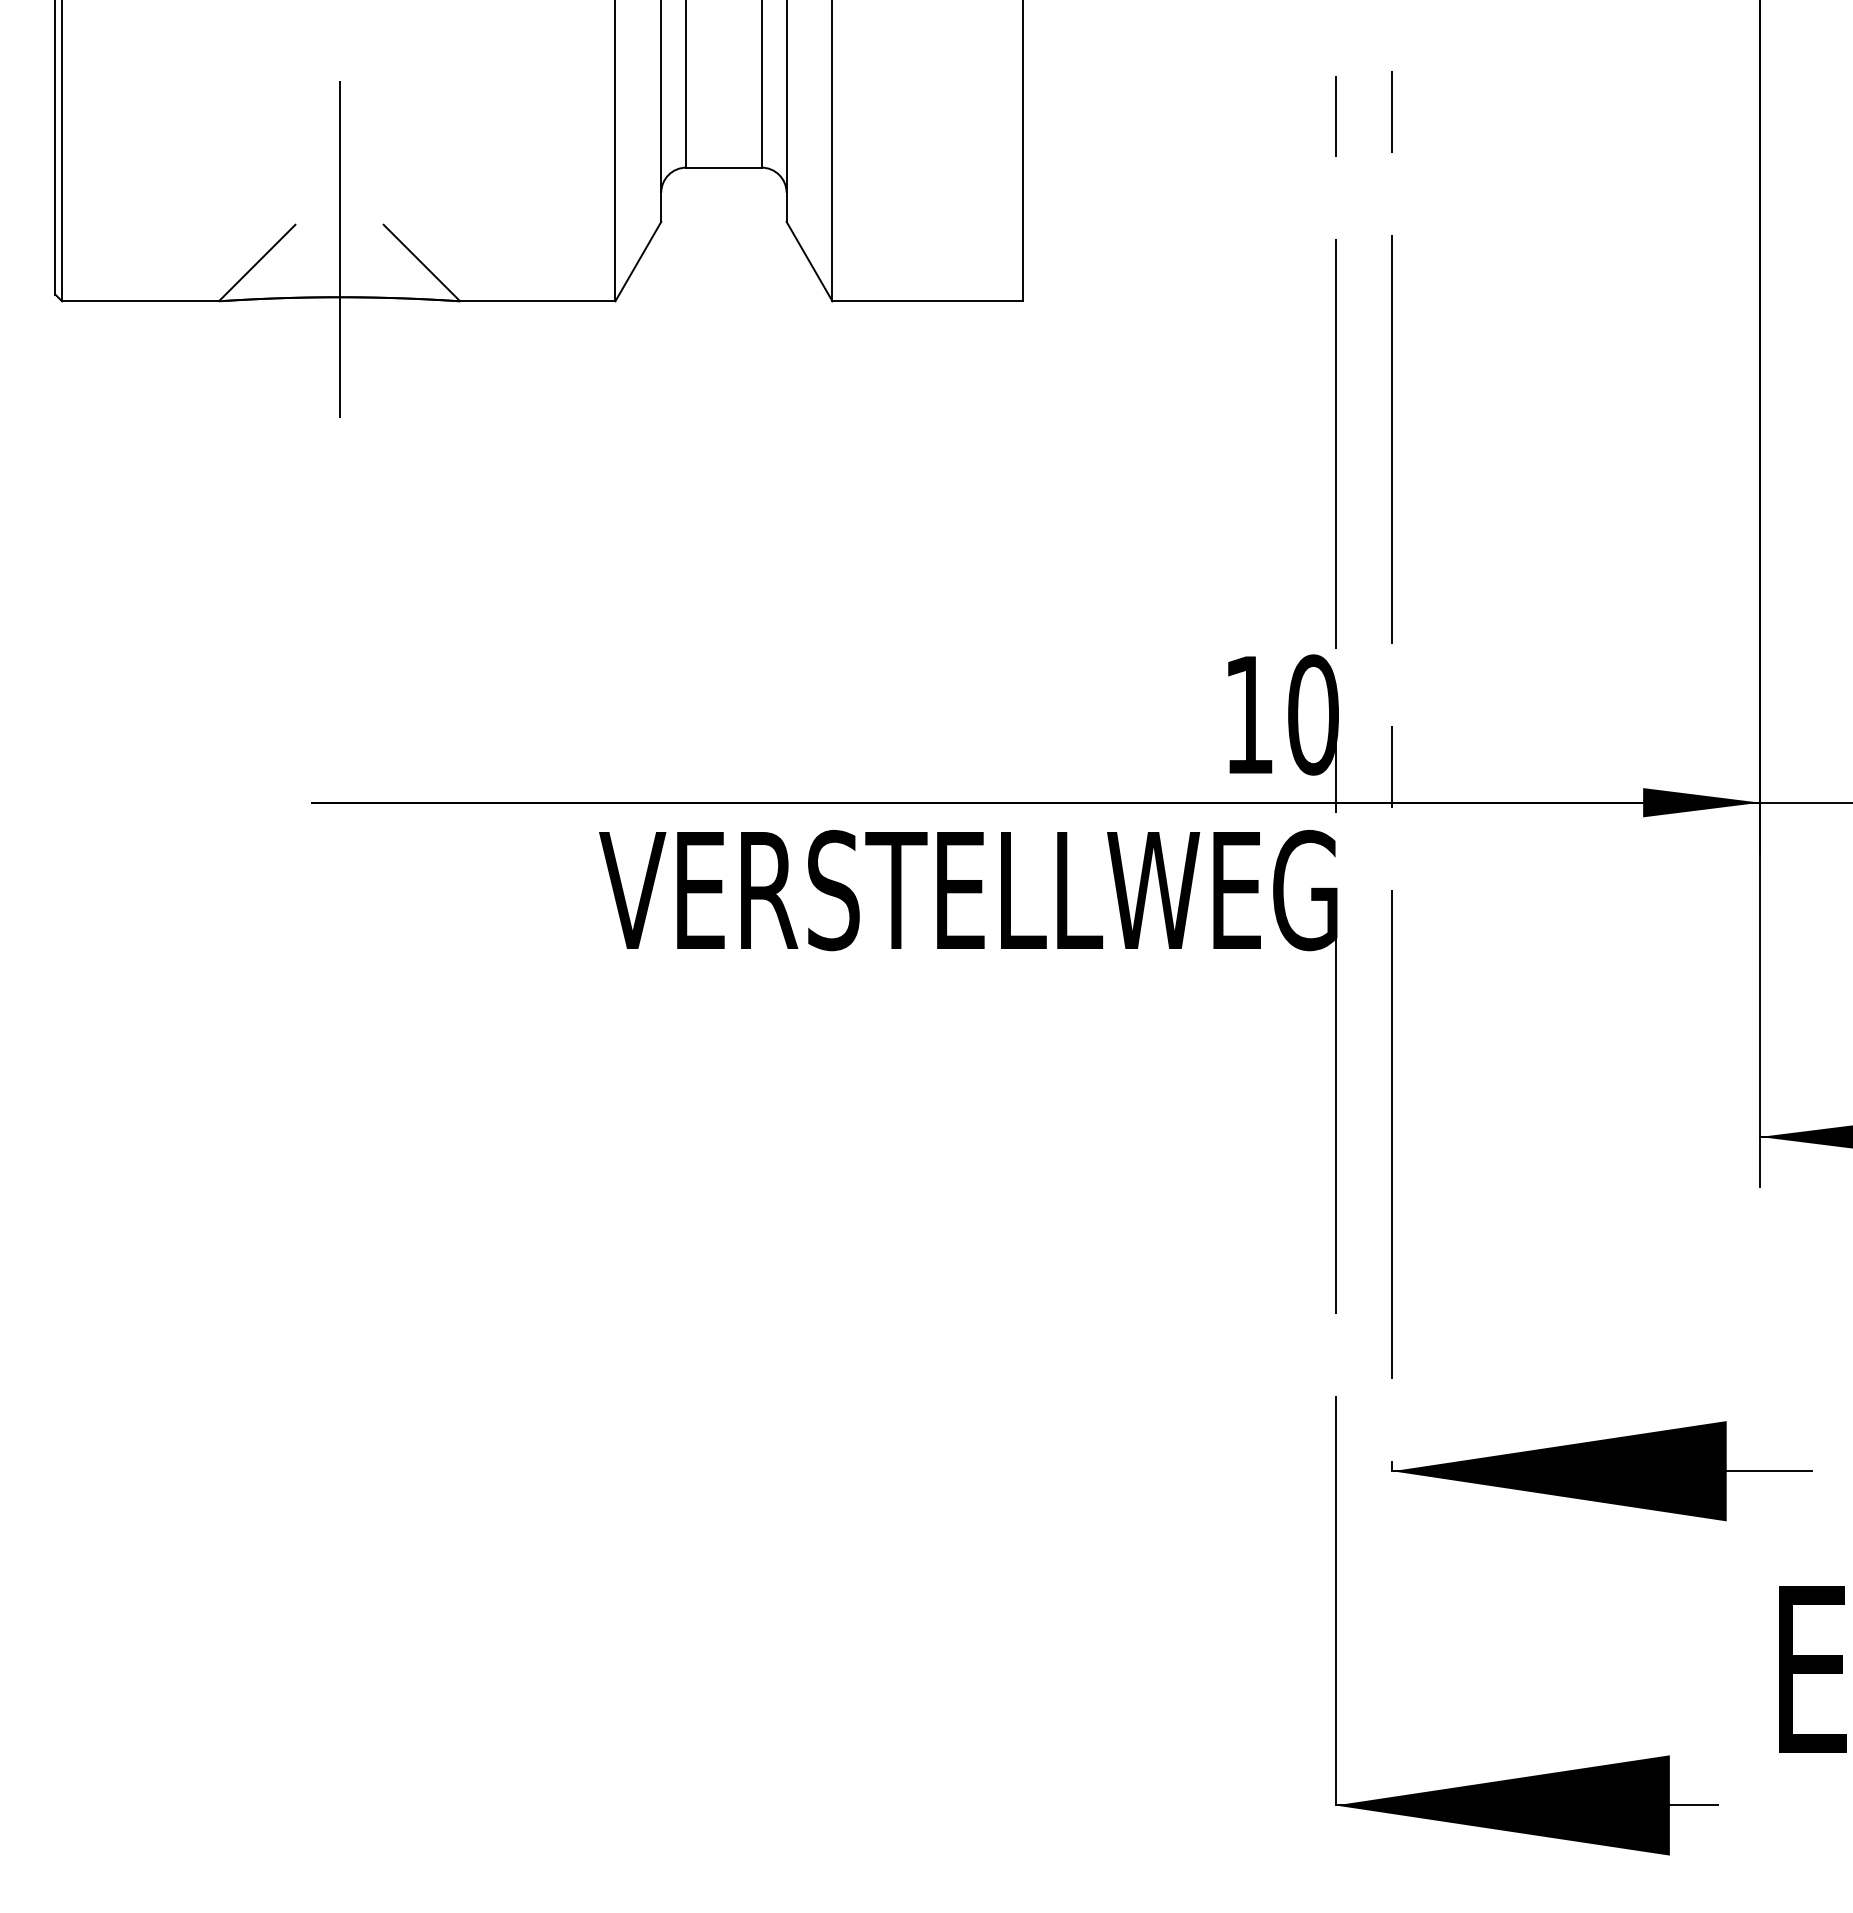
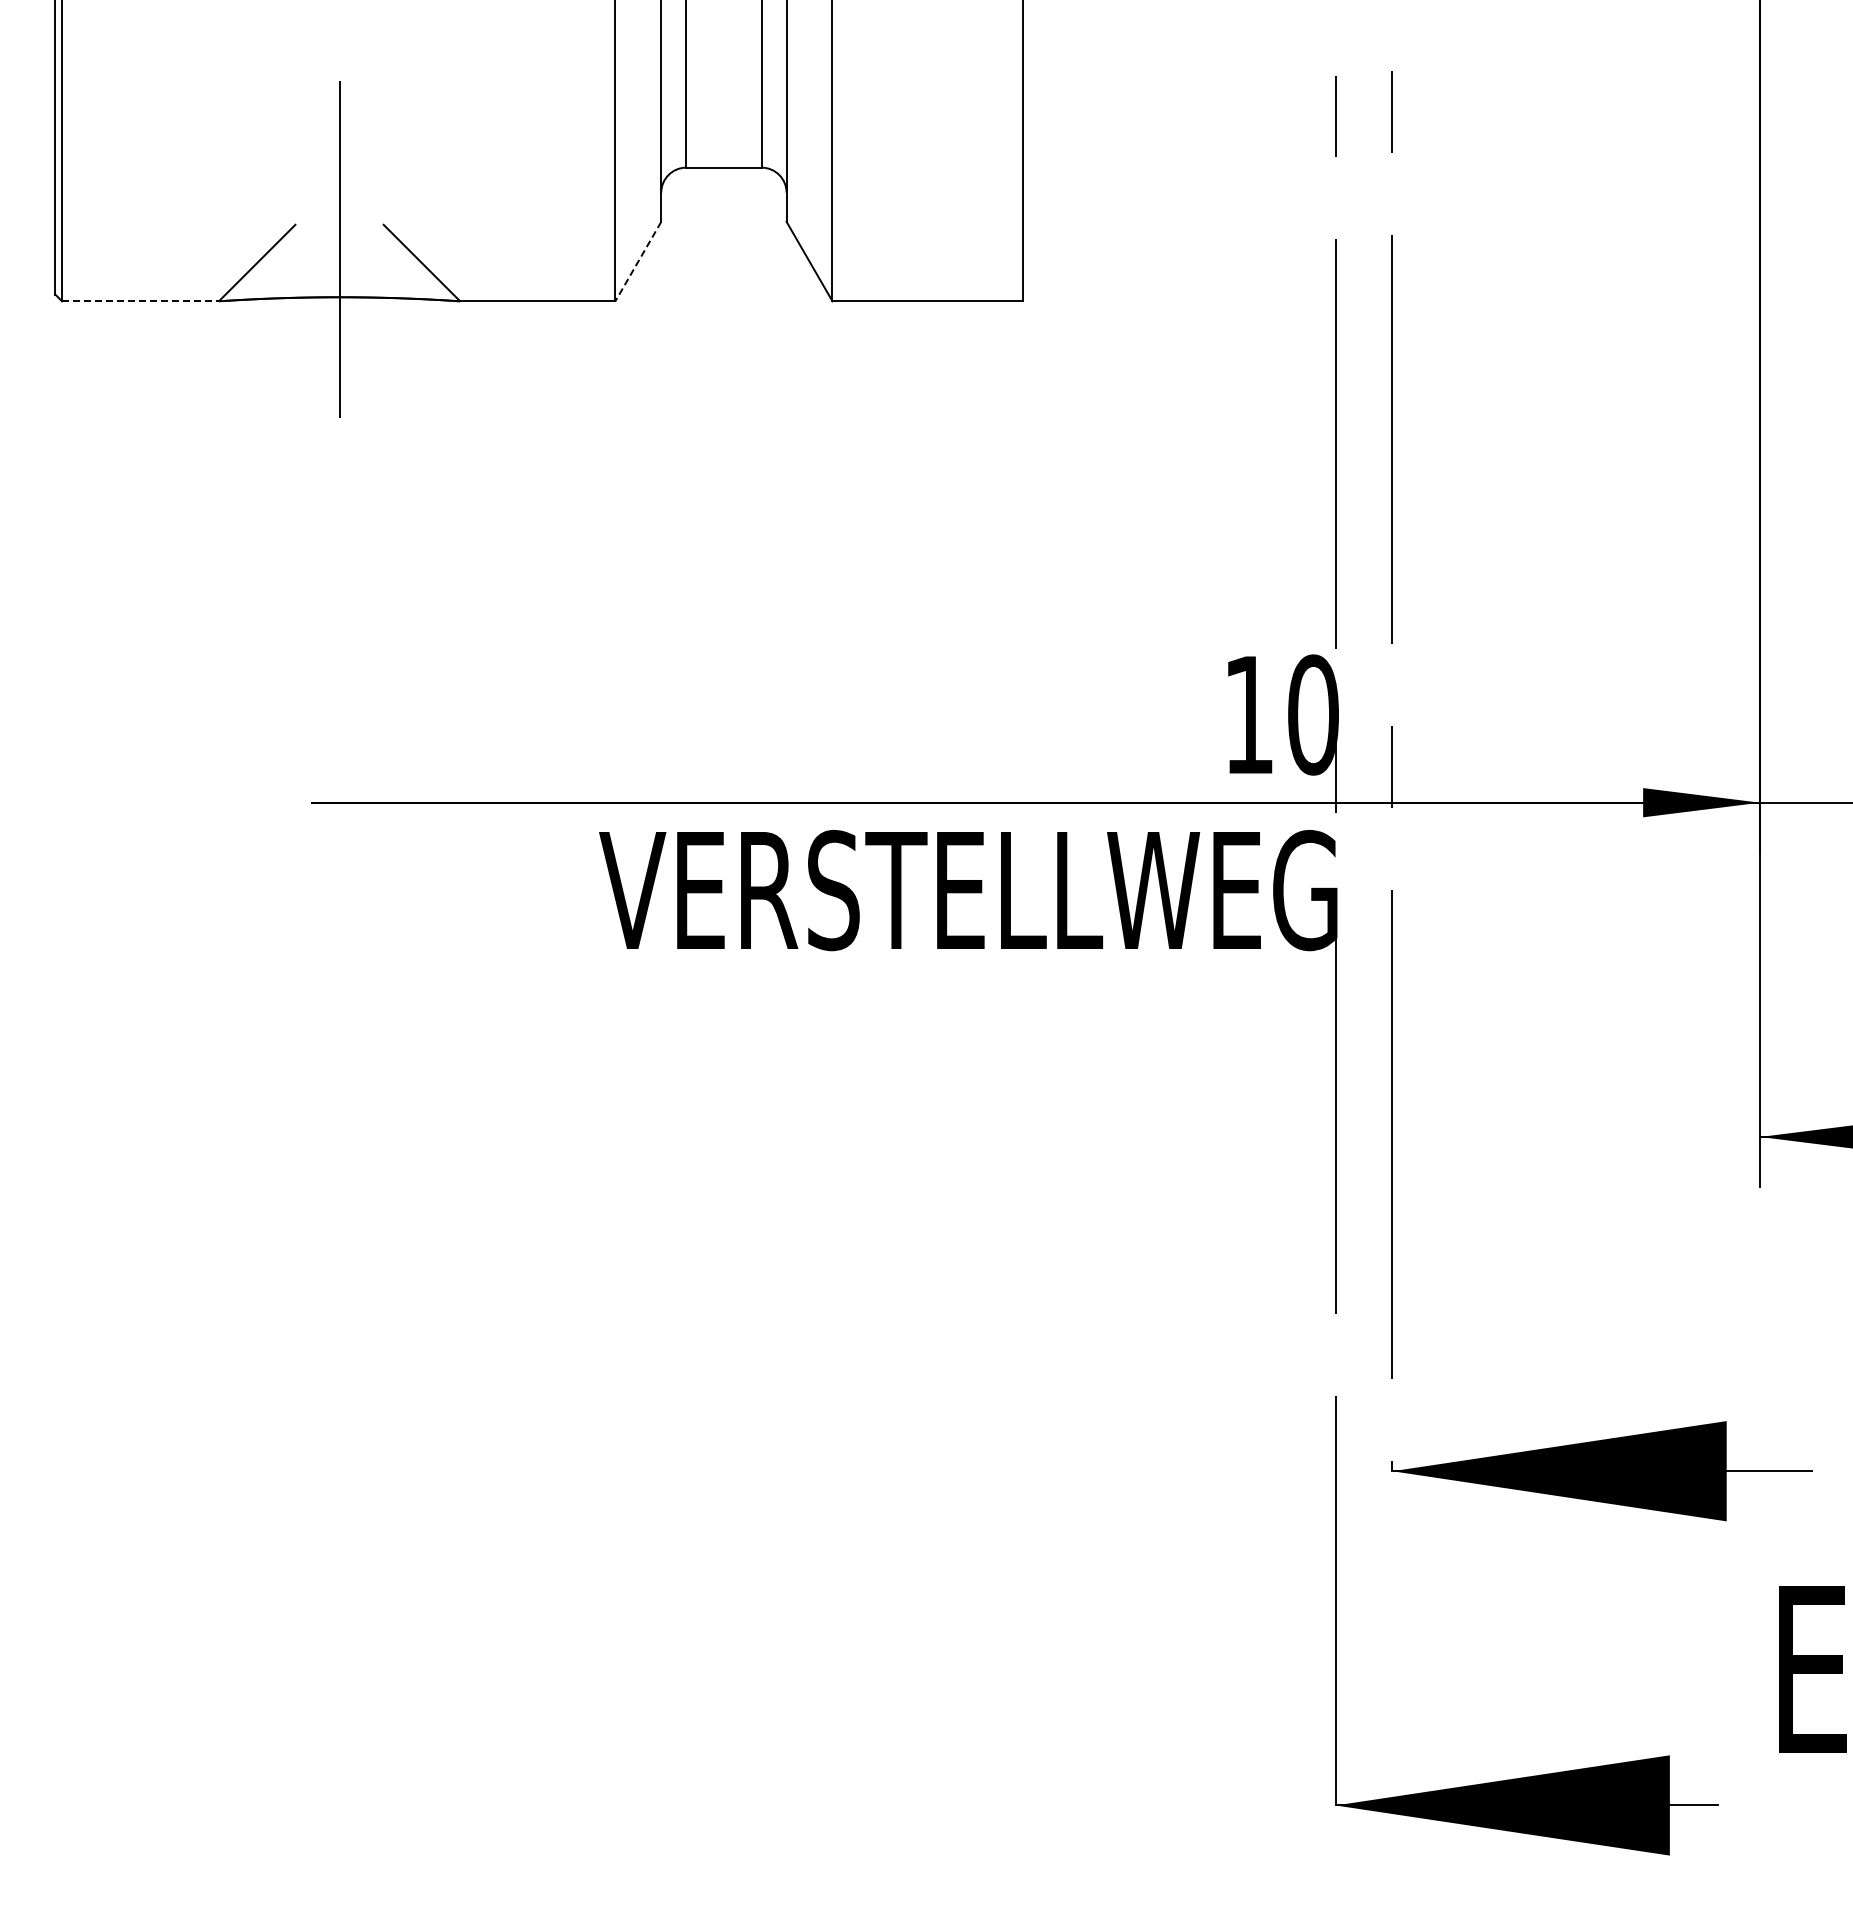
line at (638, 261): solid -> dashed
line at (141, 301): solid -> dashed
